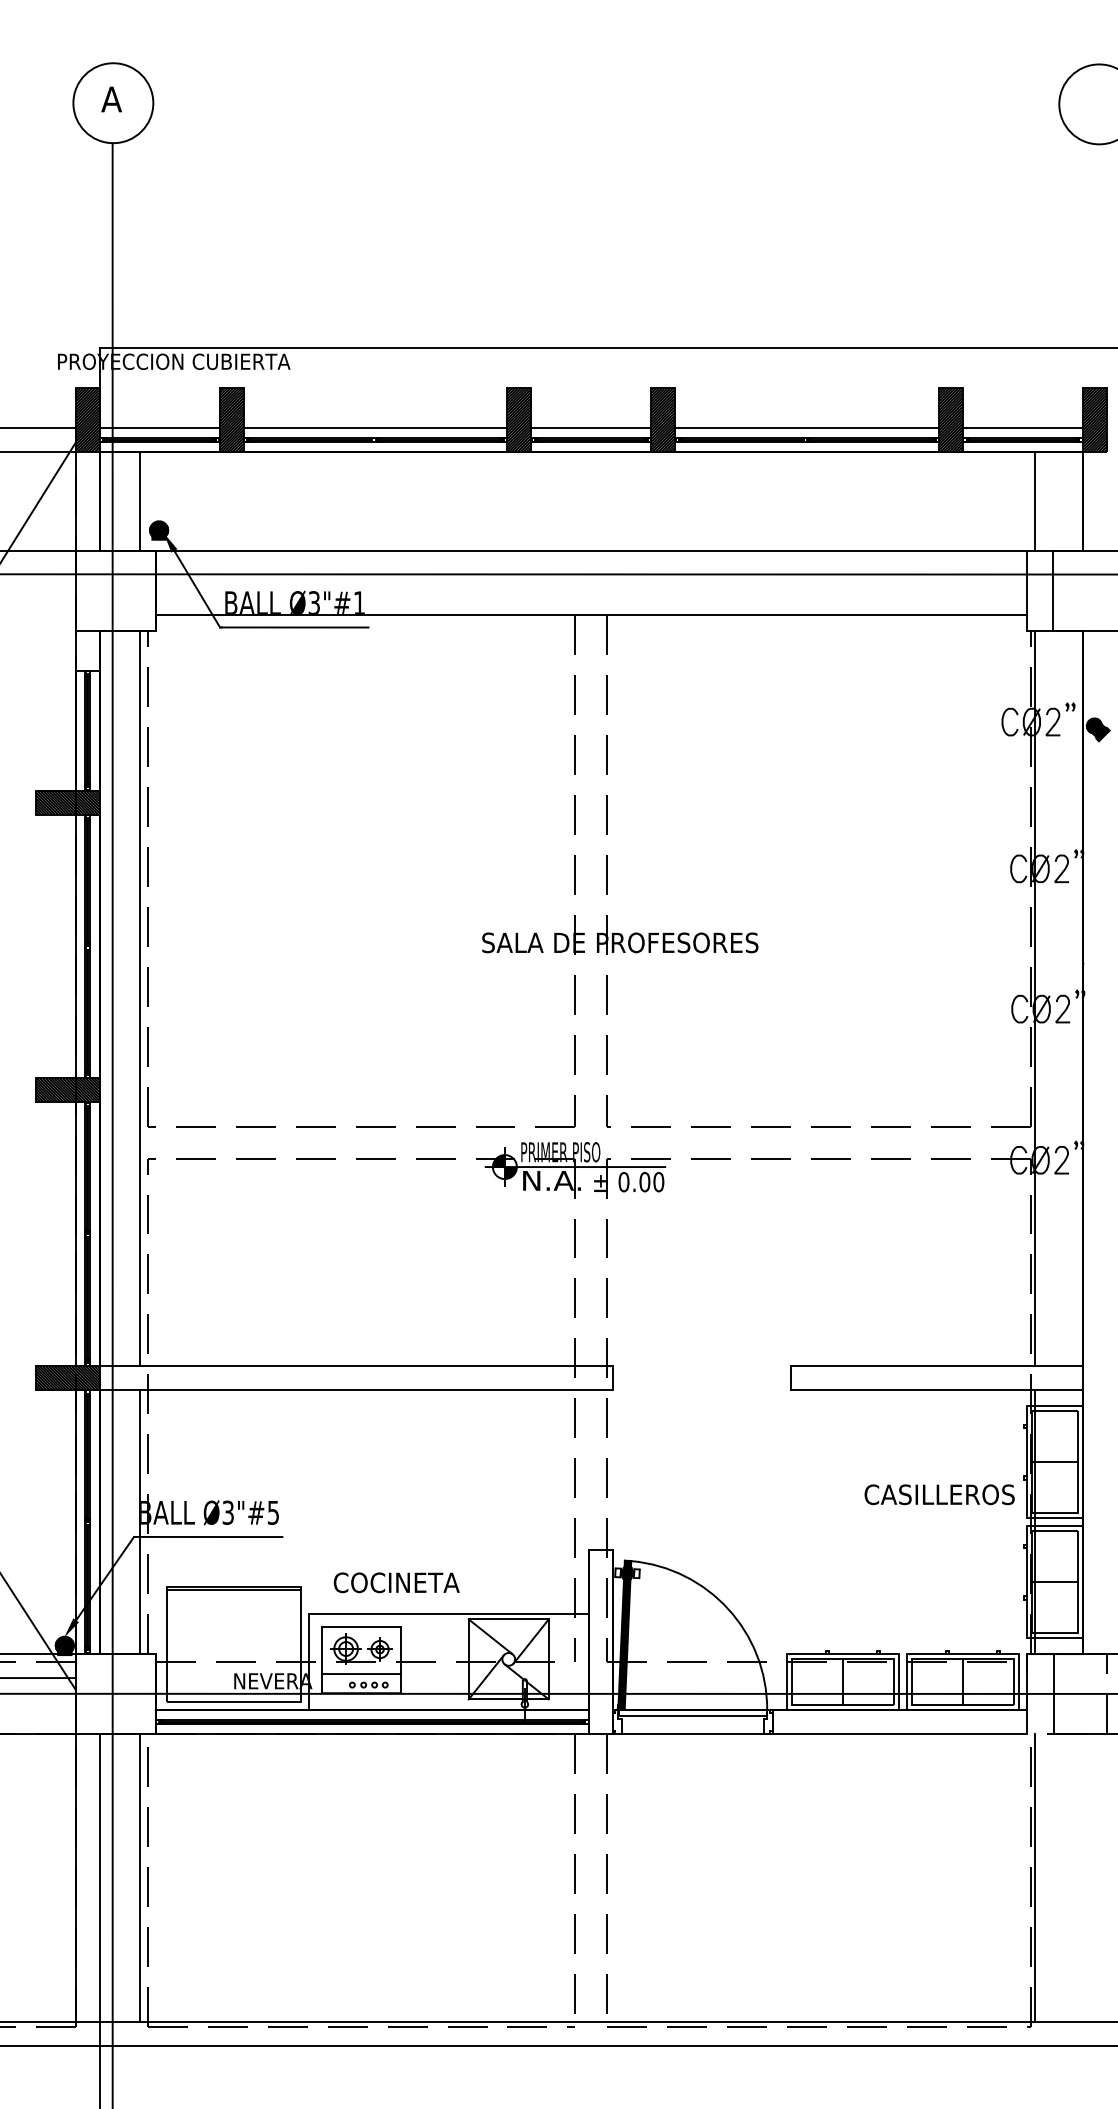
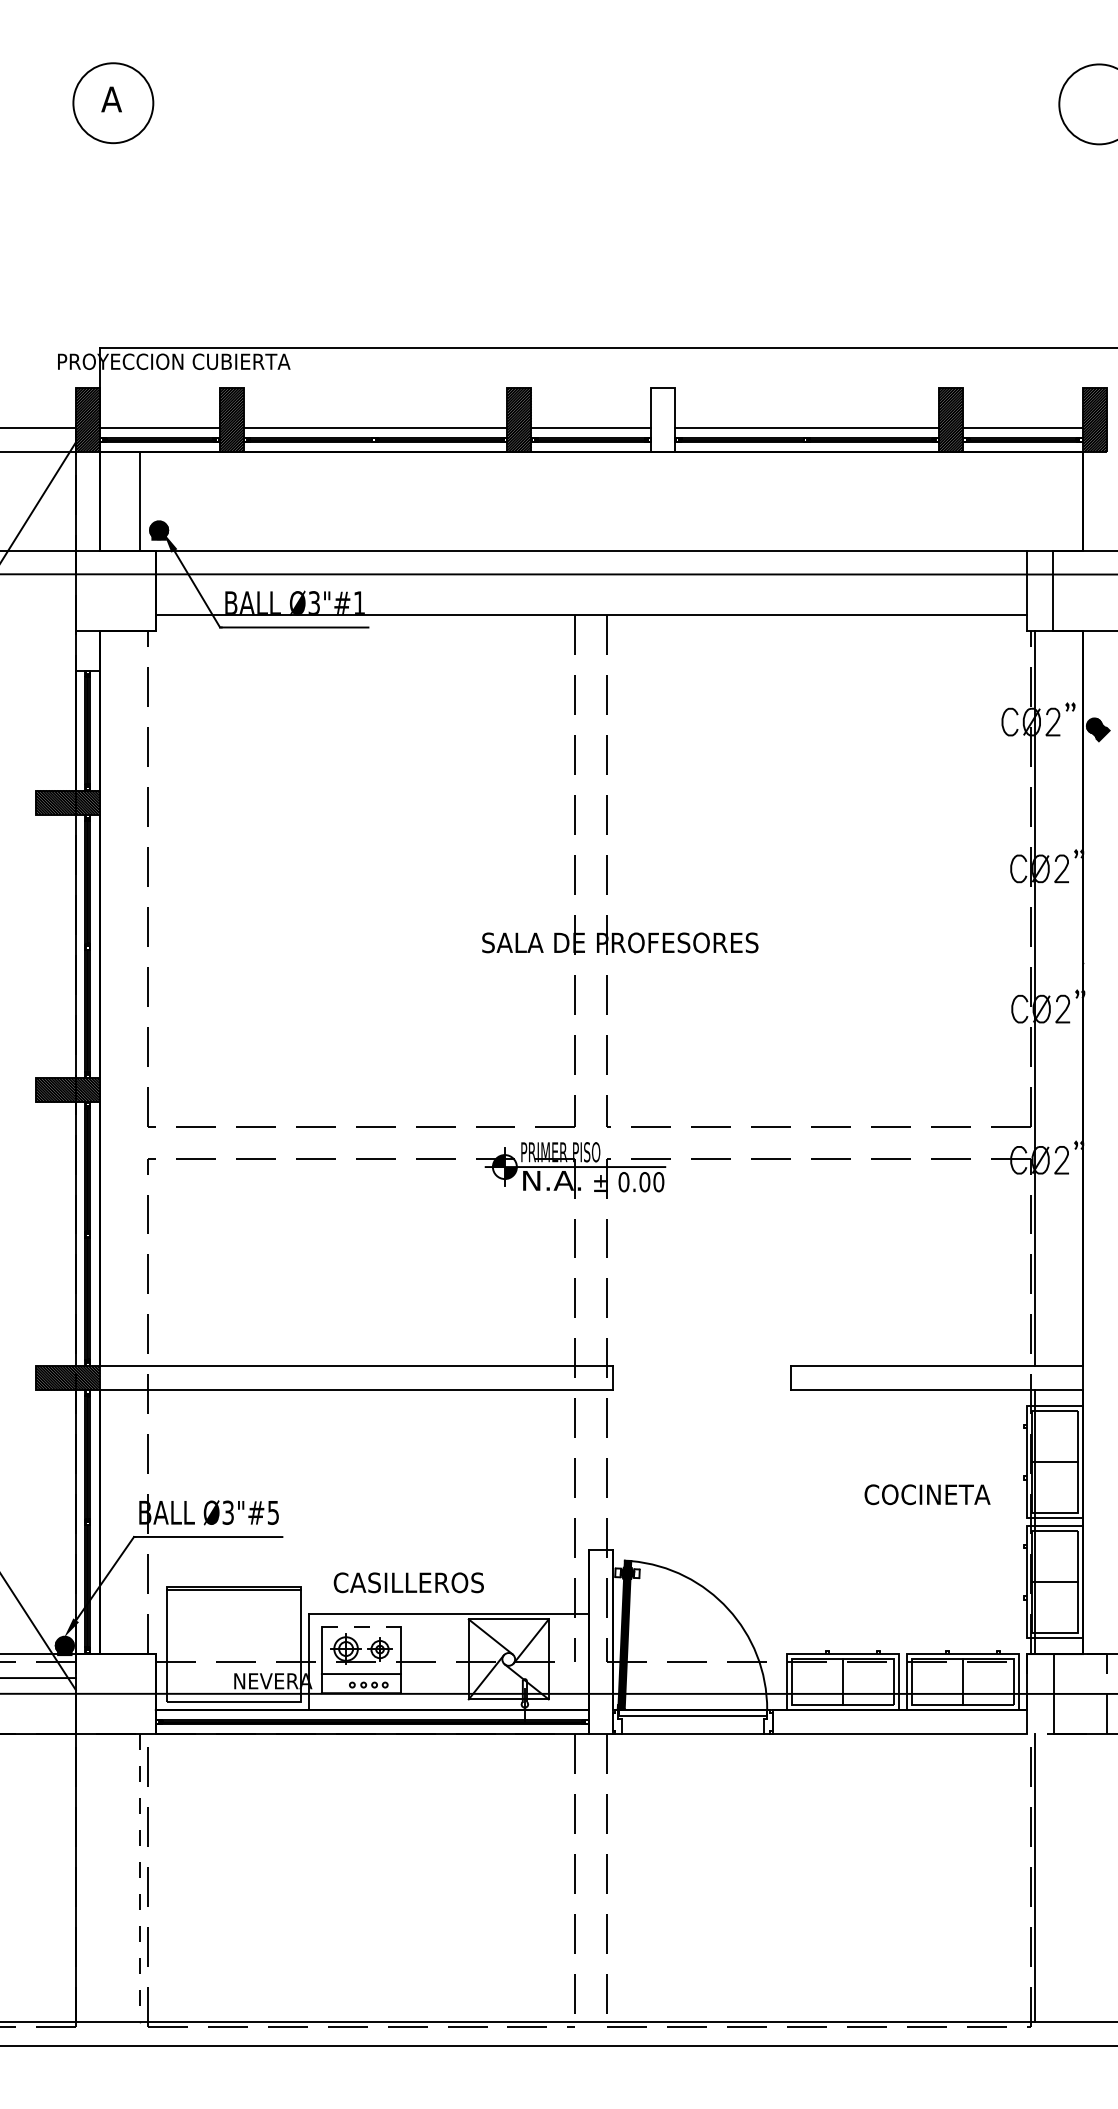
hatch at (663, 420): present -> none
line at (1035, 501): present -> none
line at (139, 998): present -> none
line at (112, 1124): present -> none
text at (947, 1494): CASILLEROS -> COCINETA
line at (139, 1522): present -> none
text at (416, 1582): COCINETA -> CASILLEROS
line at (361, 1626): solid -> dashed
line at (139, 1877): solid -> dashed
line at (99, 1919): present -> none
